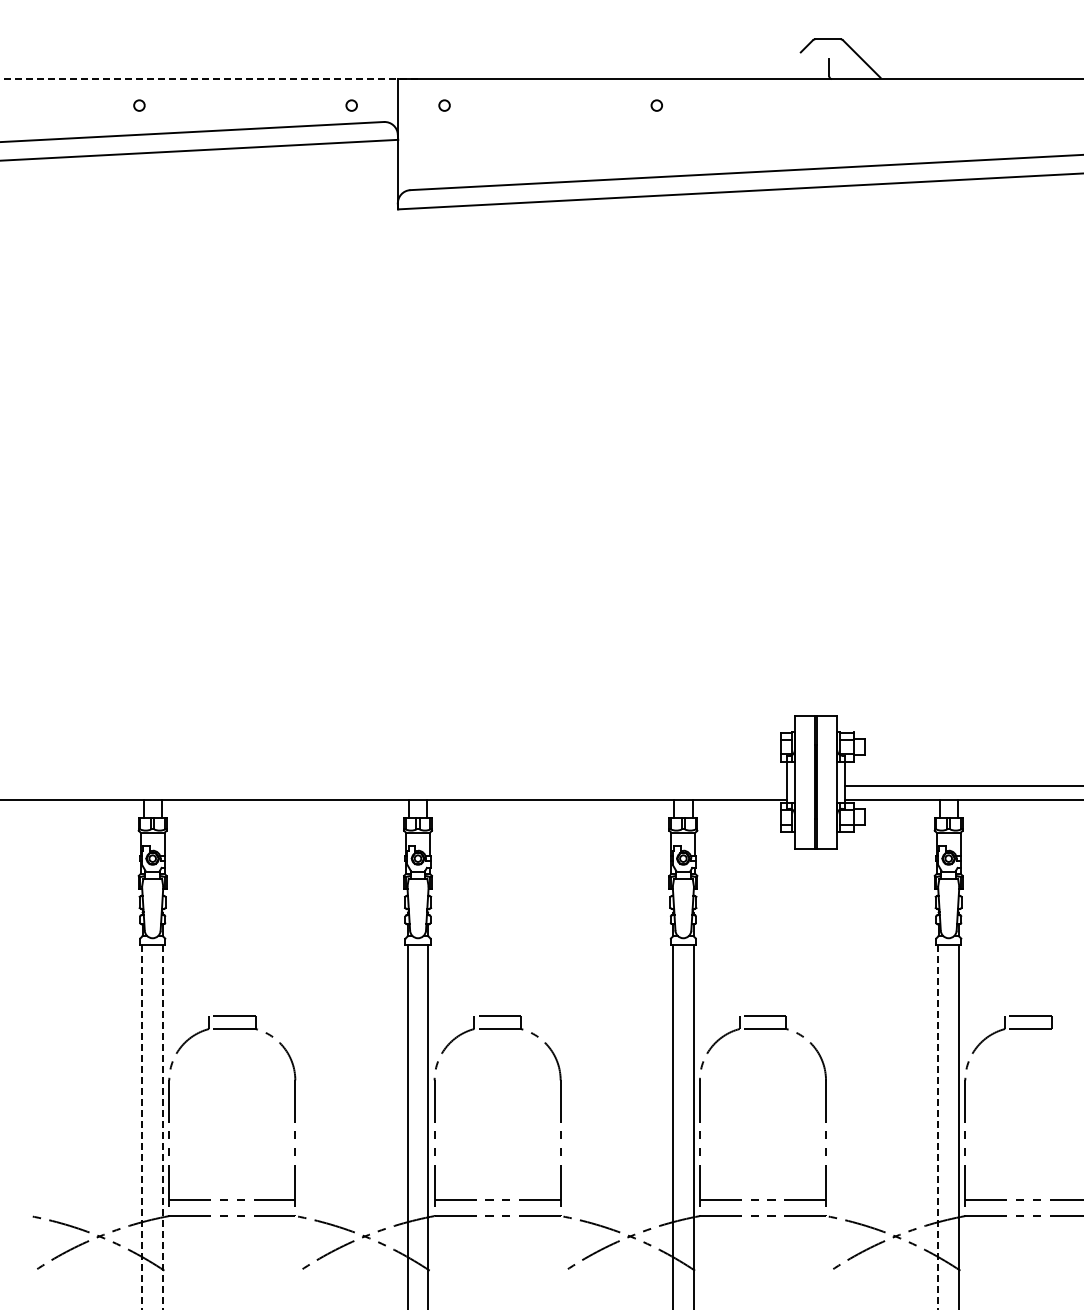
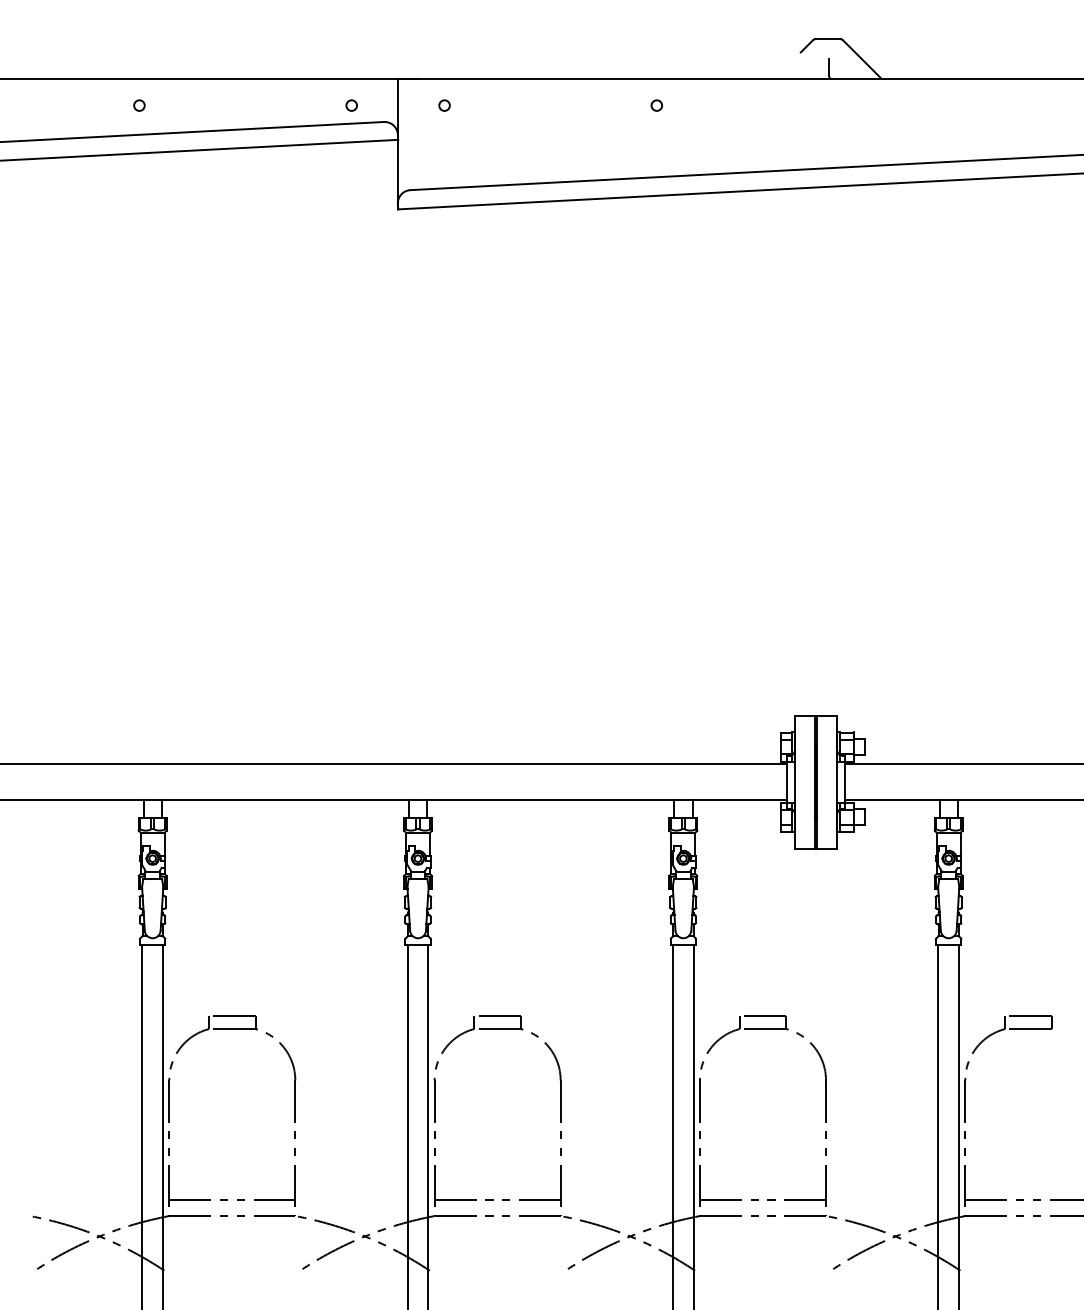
line at (209, 79): dashed -> solid
line at (394, 764): none -> present
line at (962, 786) position: (962, 786) -> (962, 764)
line at (142, 1127): dashed -> solid
line at (162, 1127): dashed -> solid
line at (938, 1127): dashed -> solid
